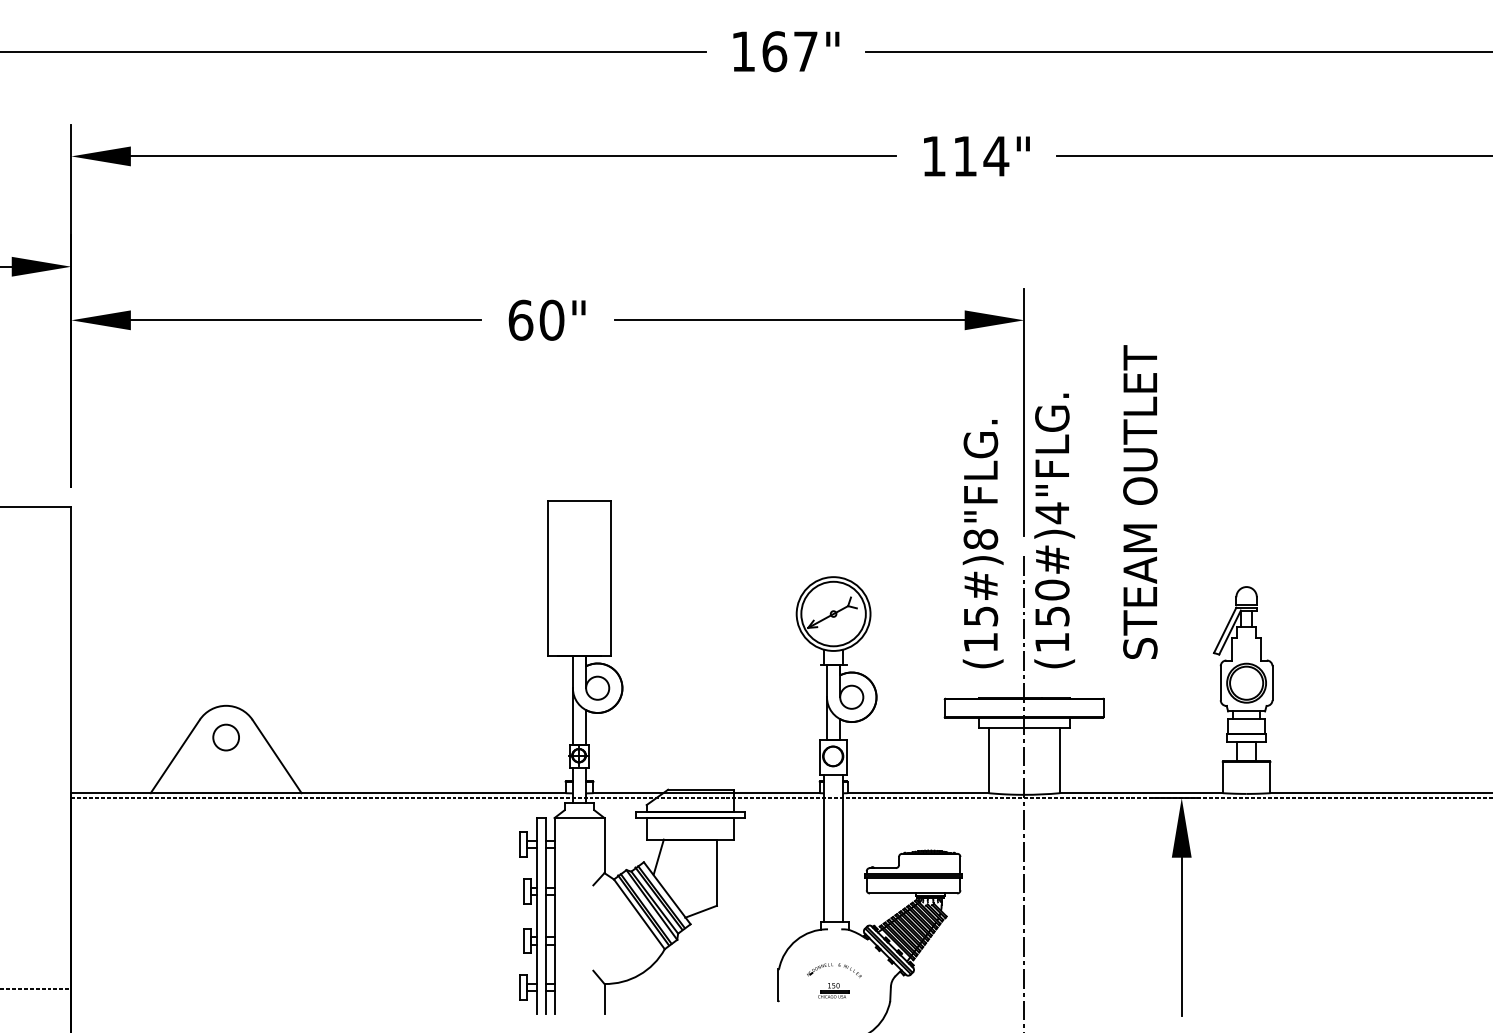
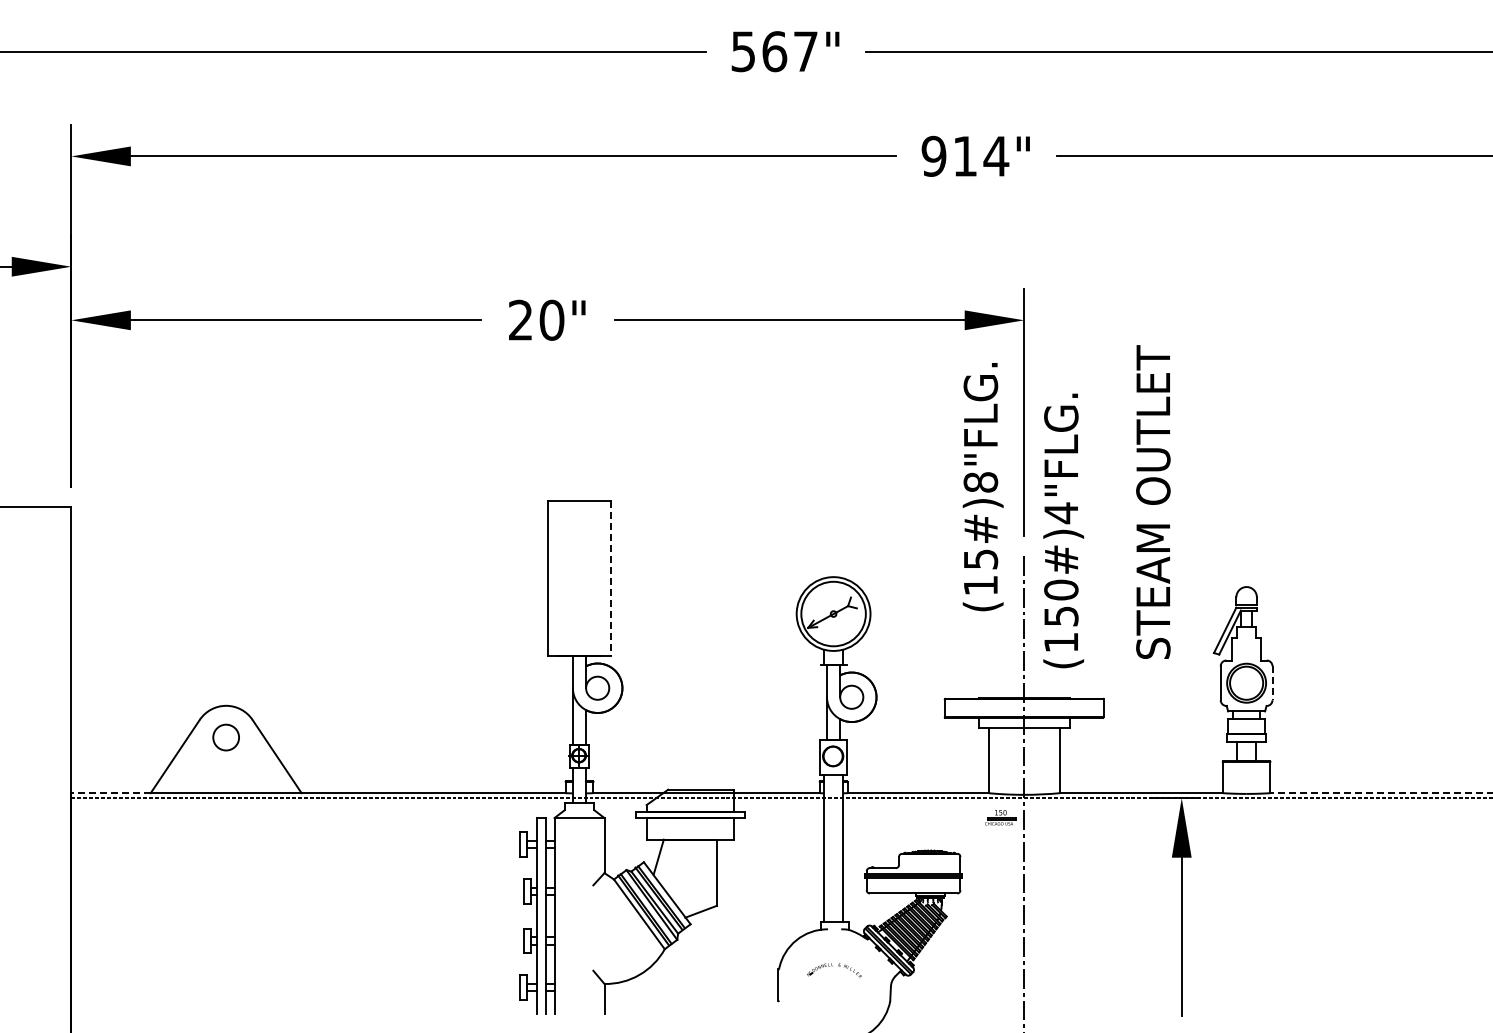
text at (742, 51): 167" -> 567"
text at (933, 155): 114" -> 914"
text at (520, 319): 60" -> 20"
text at (1140, 501) position: (1140, 501) -> (1153, 501)
text at (1054, 530) position: (1054, 530) -> (1063, 530)
text at (982, 544) position: (982, 544) -> (982, 487)
line at (611, 578): solid -> dashed
line at (1272, 683): solid -> dashed
line at (111, 793): solid -> dashed
line at (1381, 793): solid -> dashed
line at (36, 988): present -> none
part at (833, 990) position: (833, 990) -> (1000, 817)
